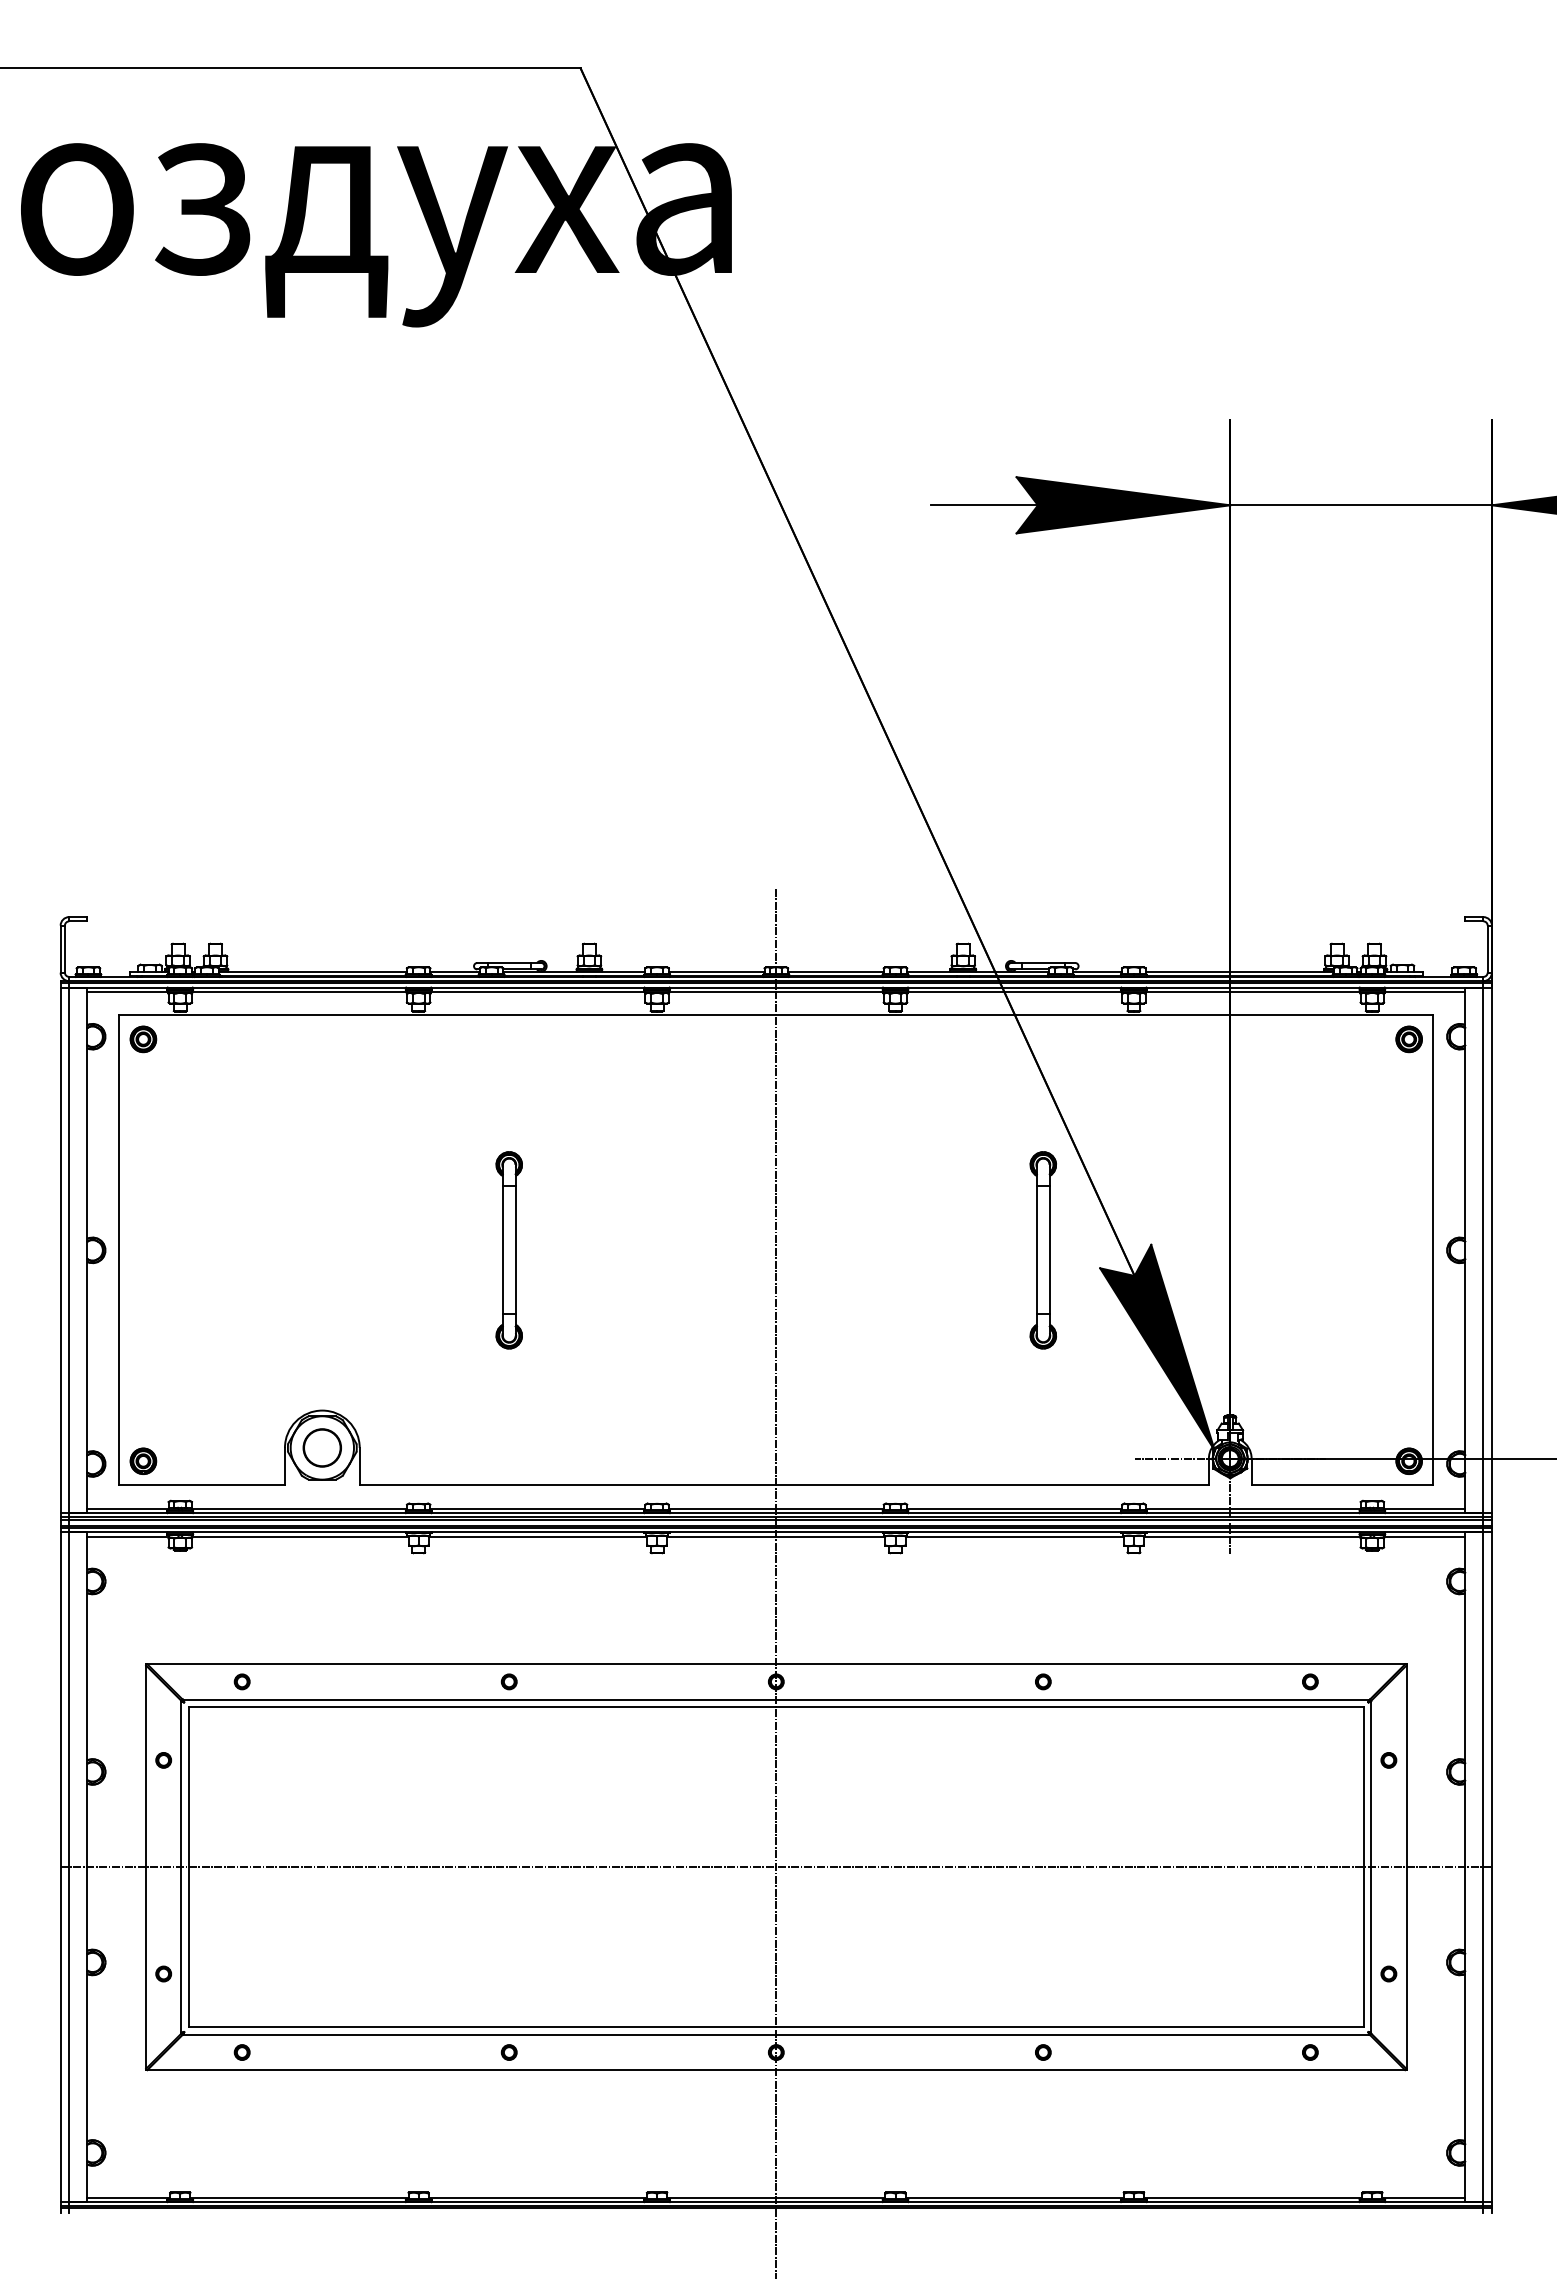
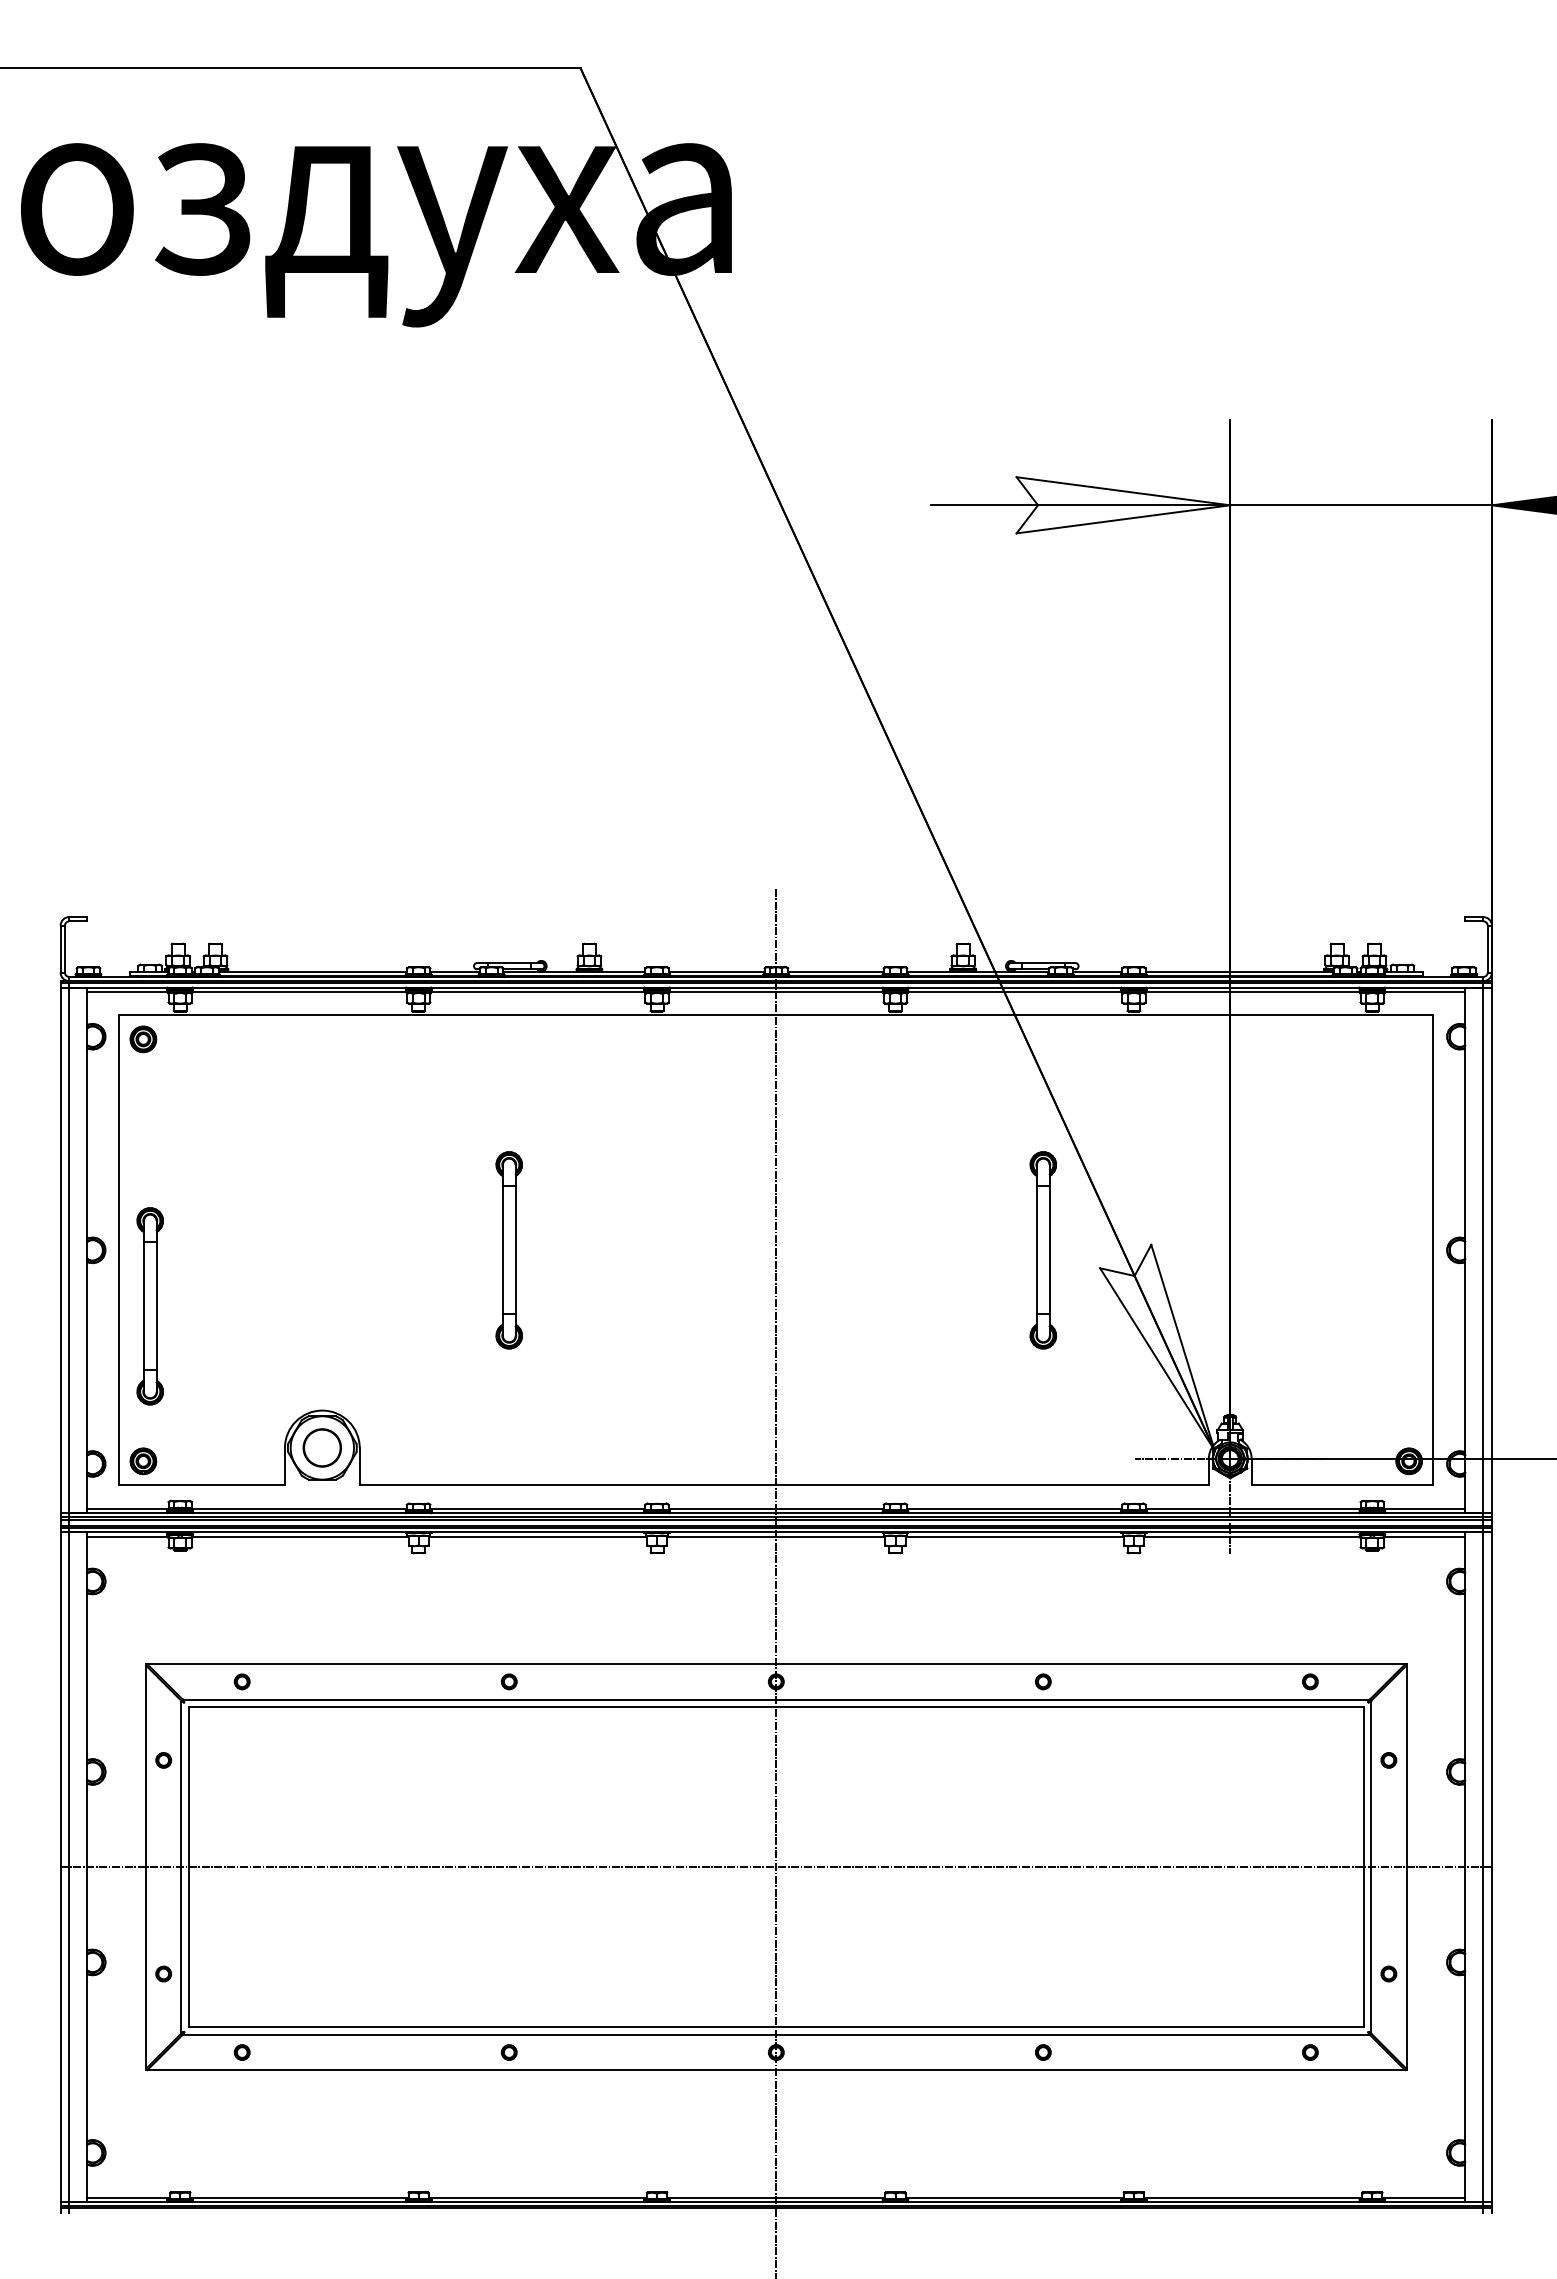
fill at (1123, 505): present -> none
part at (1408, 1039): present -> none
part at (149, 1306): none -> present
fill at (1157, 1347): present -> none
